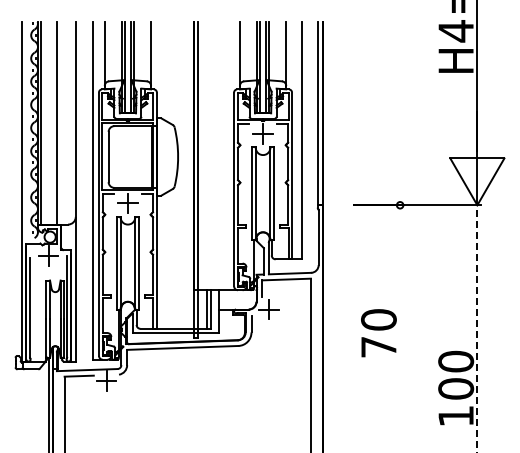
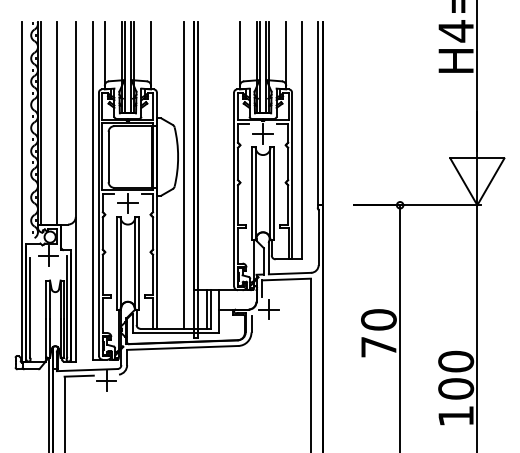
line at (183, 174): none -> present
line at (400, 327): none -> present
line at (477, 328): dashed -> solid
